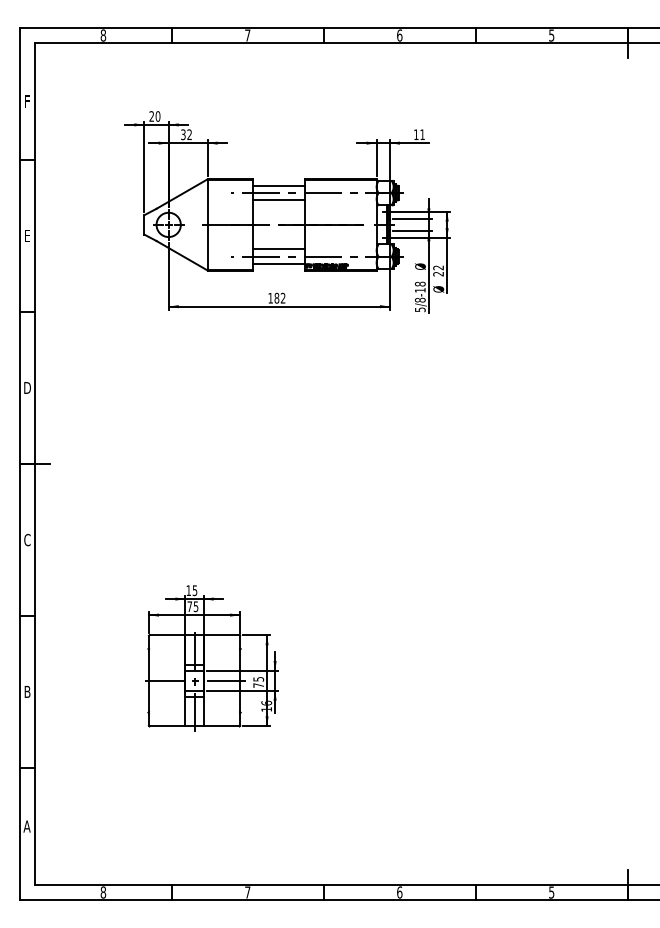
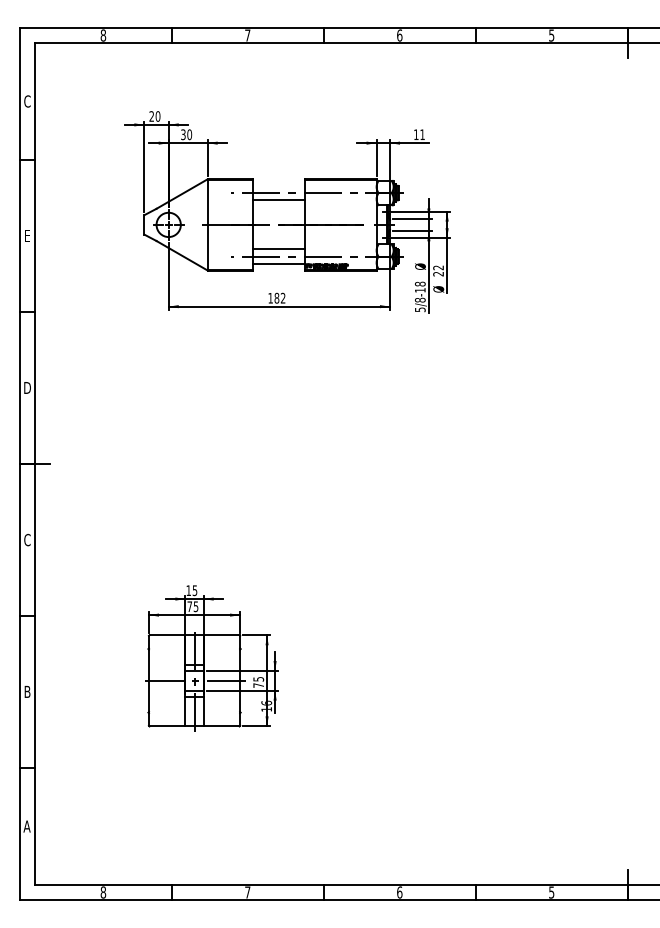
text at (27, 101): F -> C
text at (189, 134): 32 -> 30
line at (278, 185): present -> none
